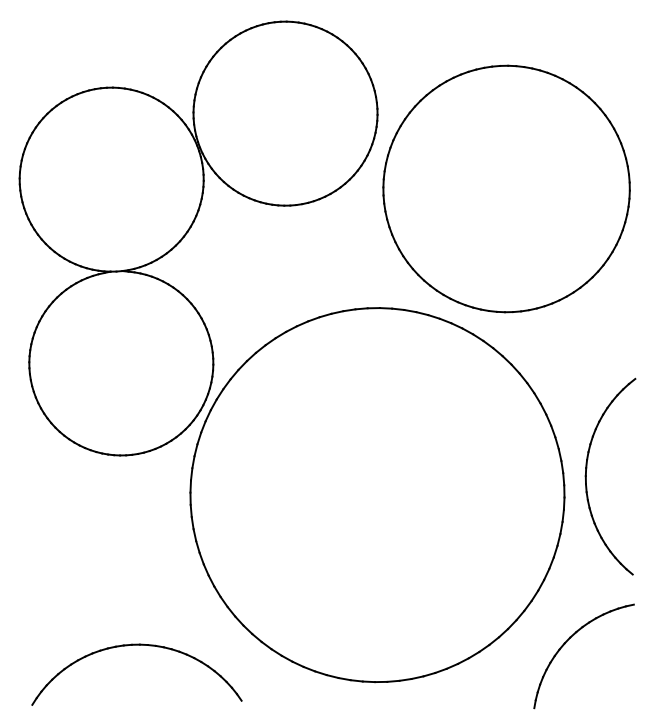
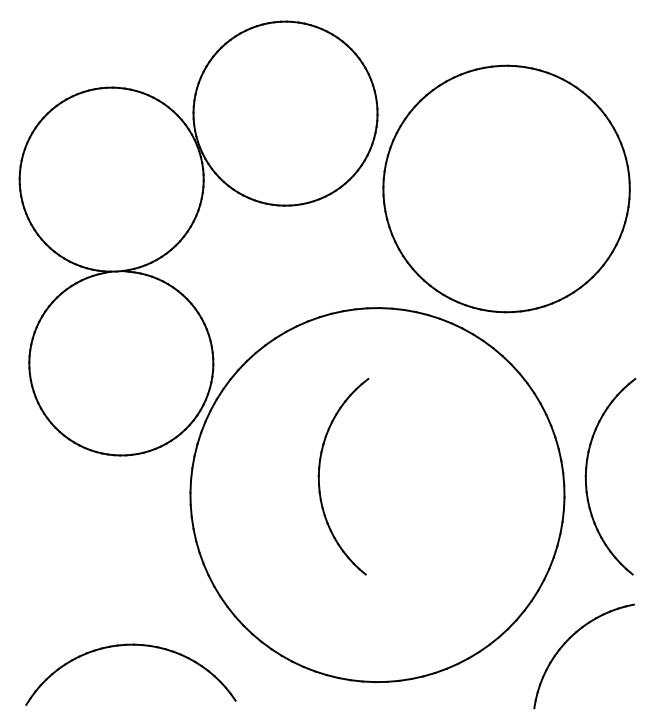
part at (319, 476): none -> present
part at (136, 645) position: (136, 645) -> (130, 645)
